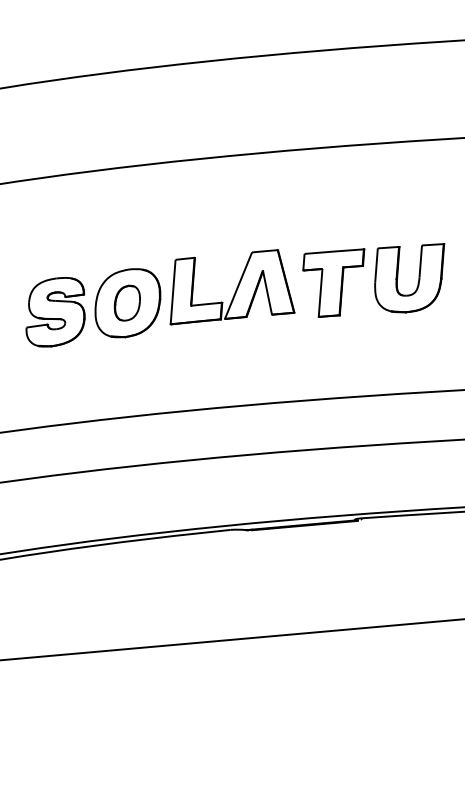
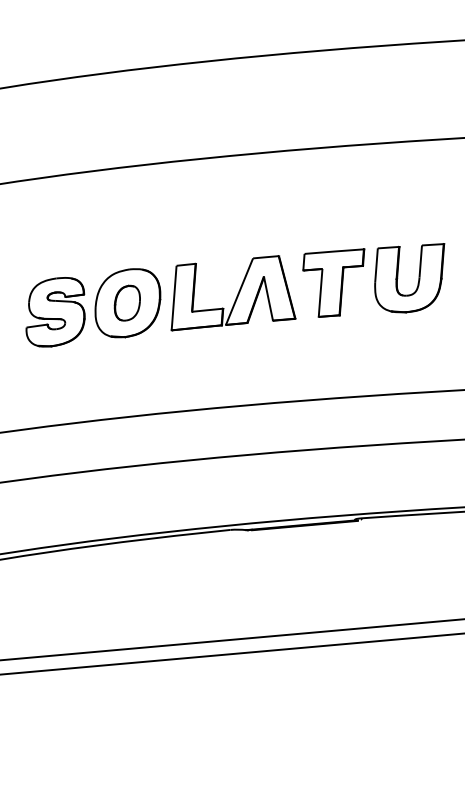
part at (232, 287) position: (232, 287) -> (233, 293)
line at (231, 653): none -> present
